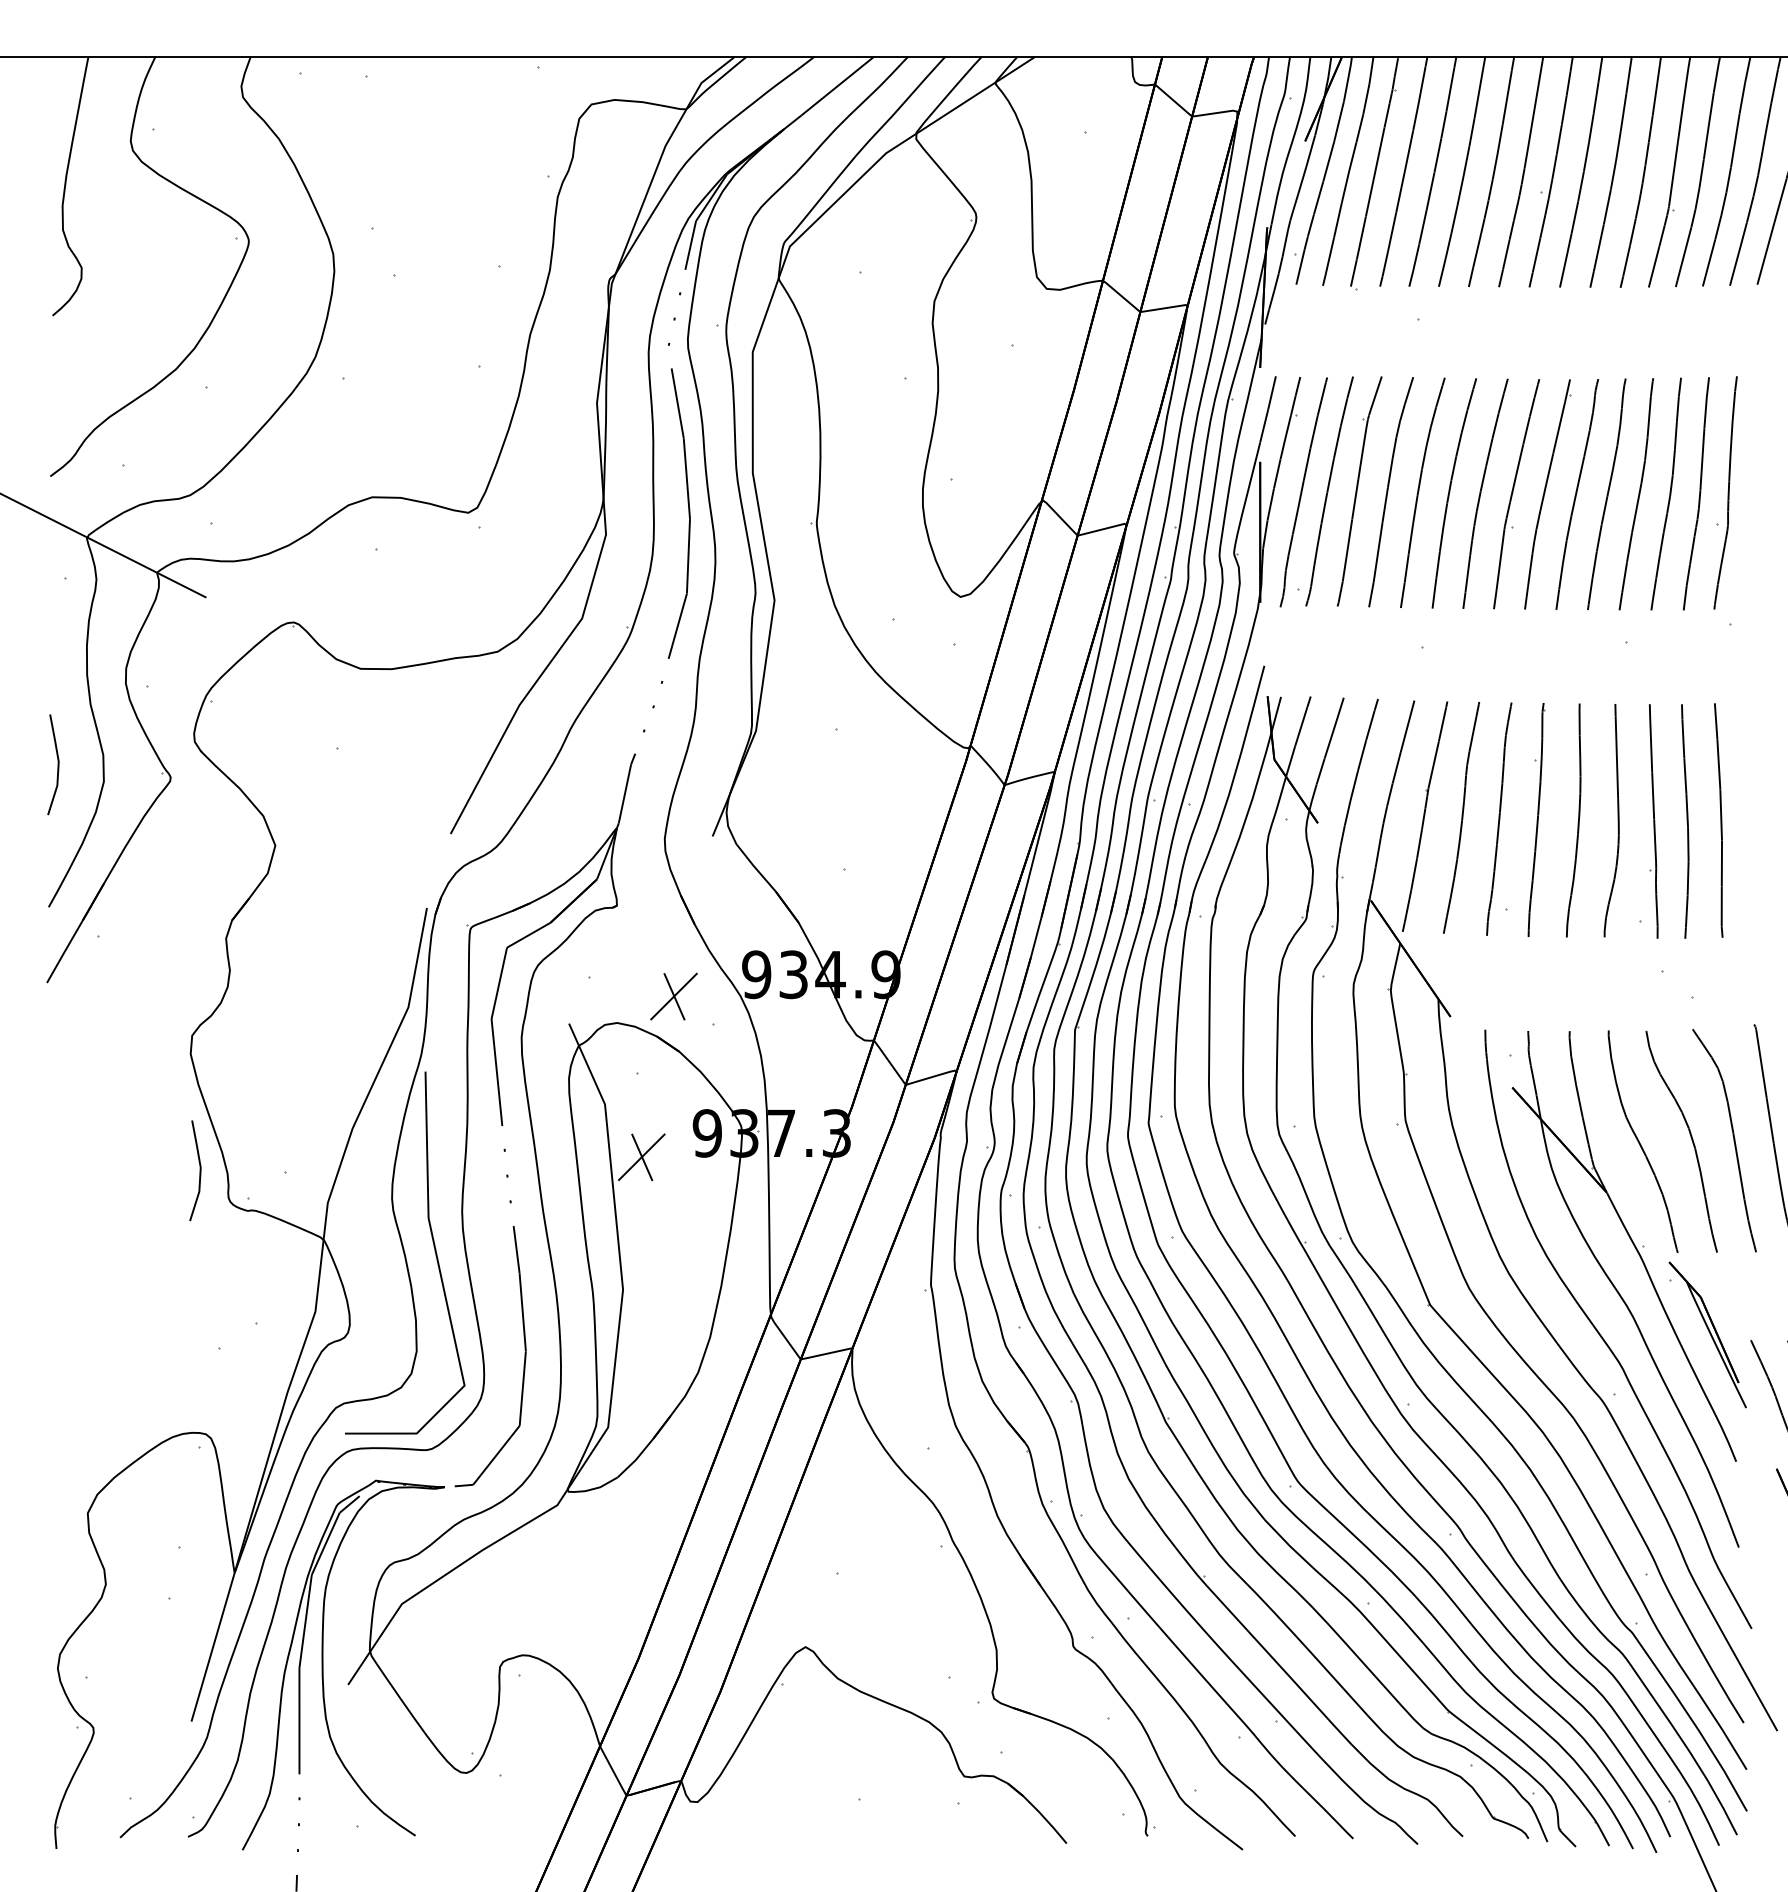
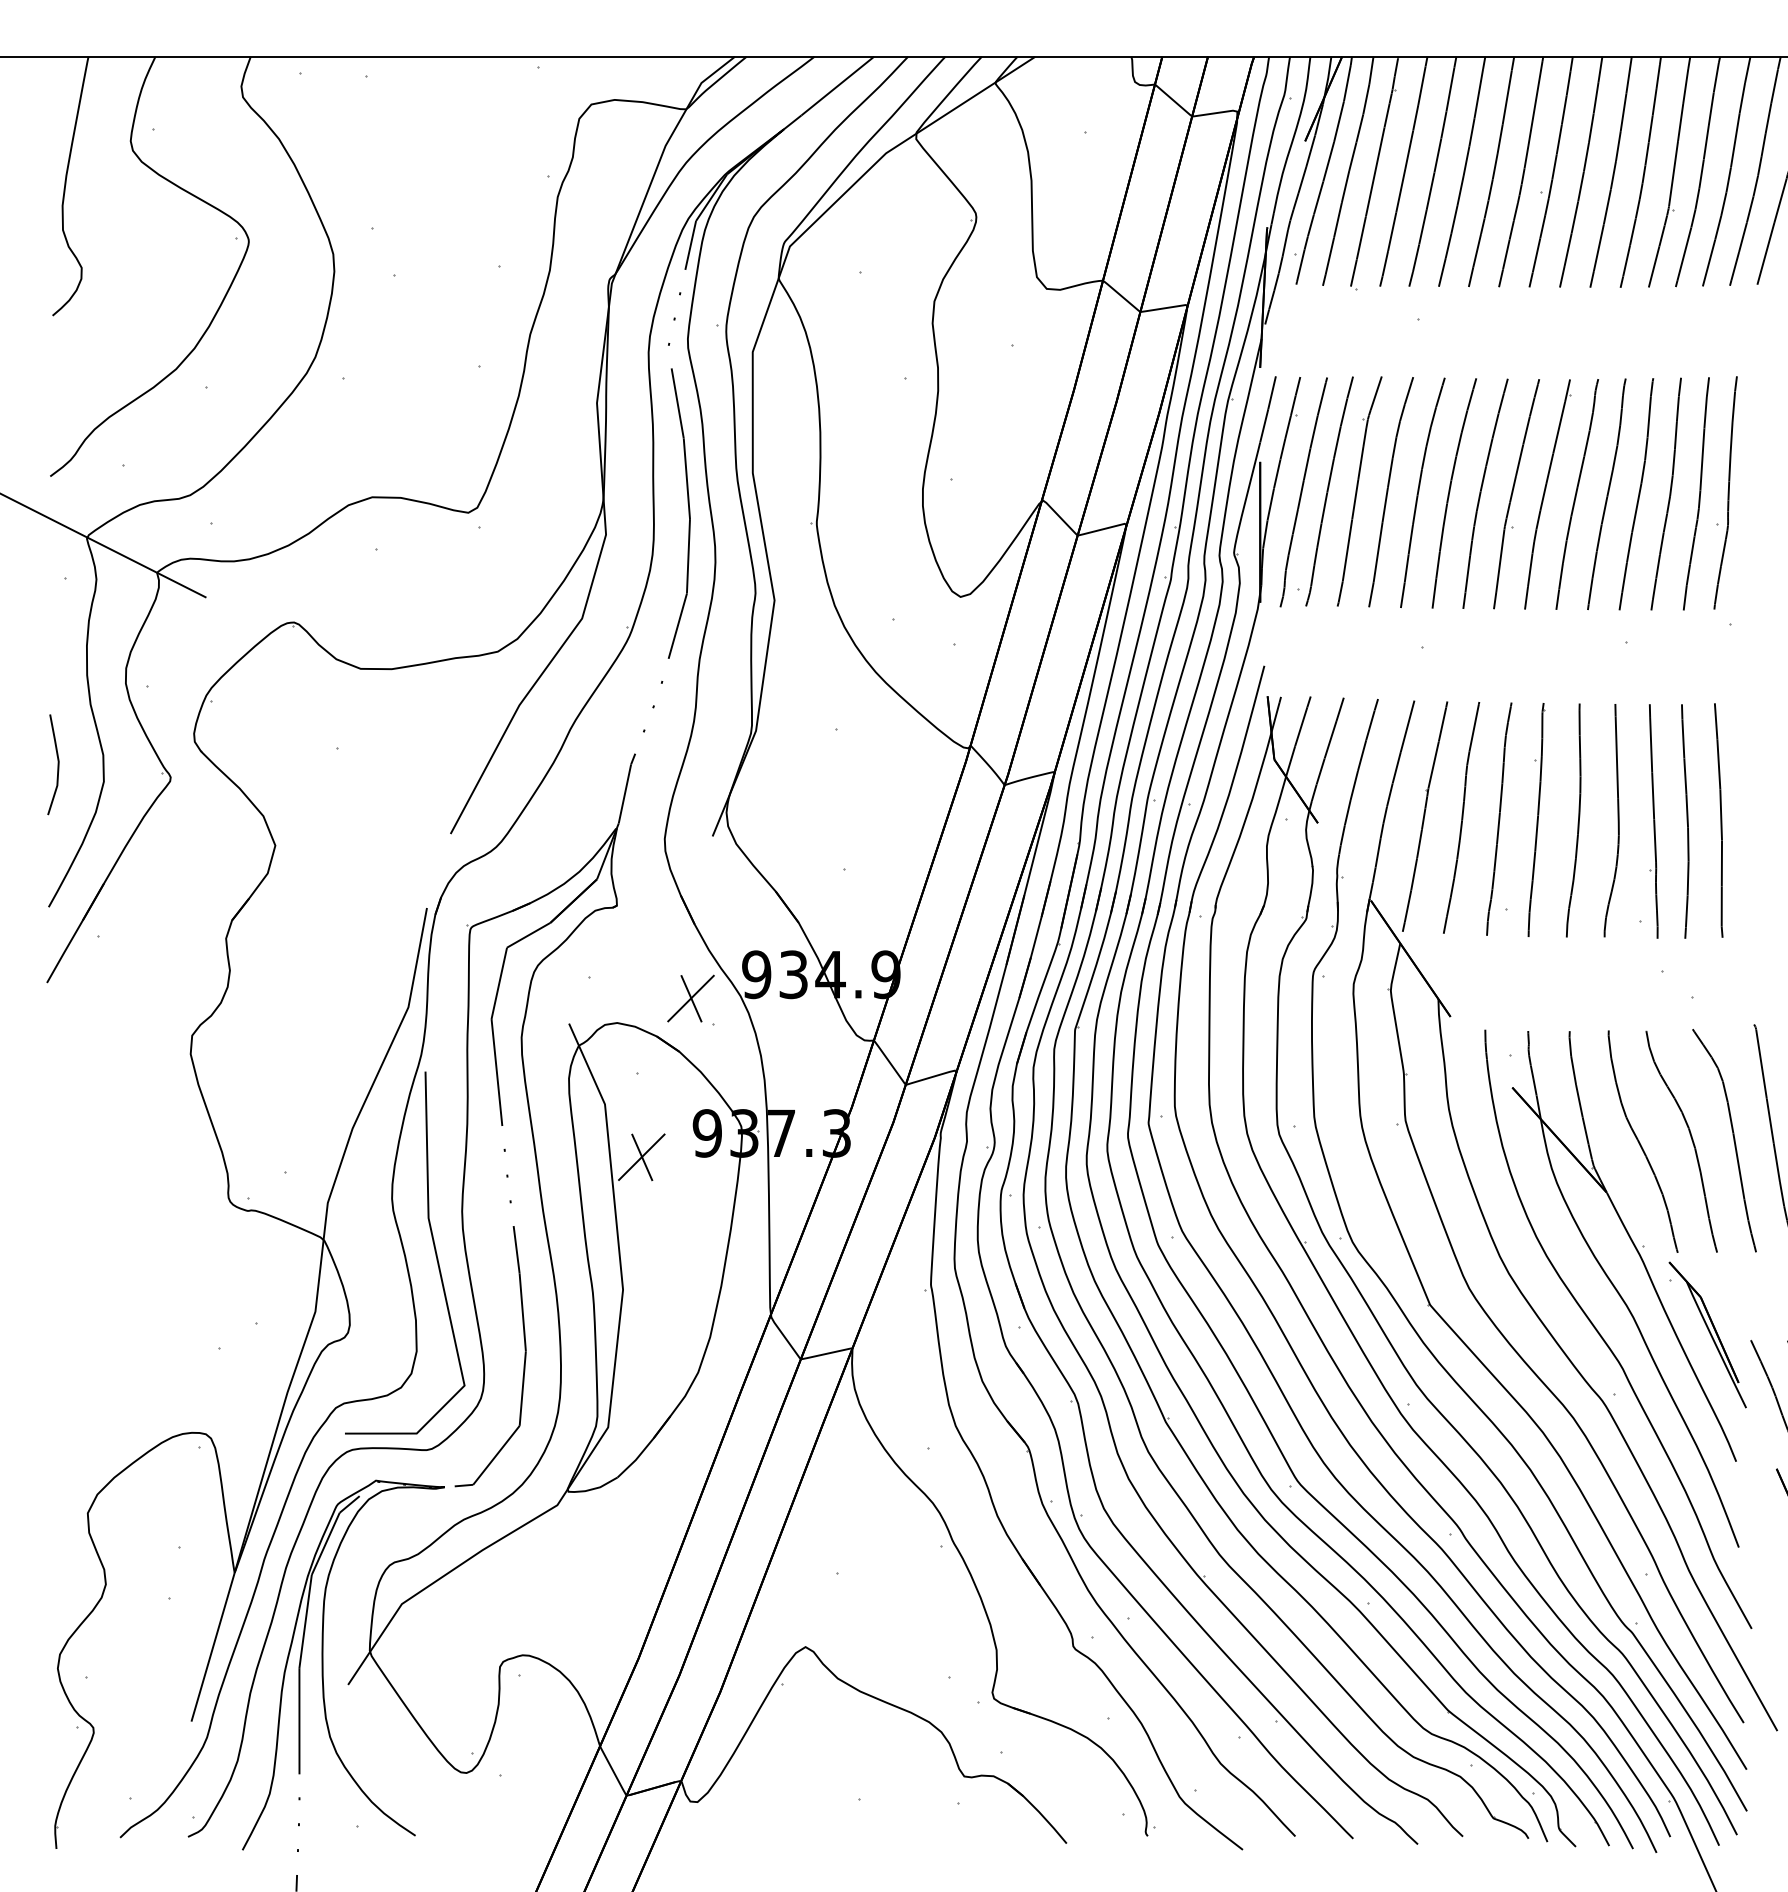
part at (673, 996) position: (673, 996) -> (690, 998)
line at (199, 1170): present -> none
